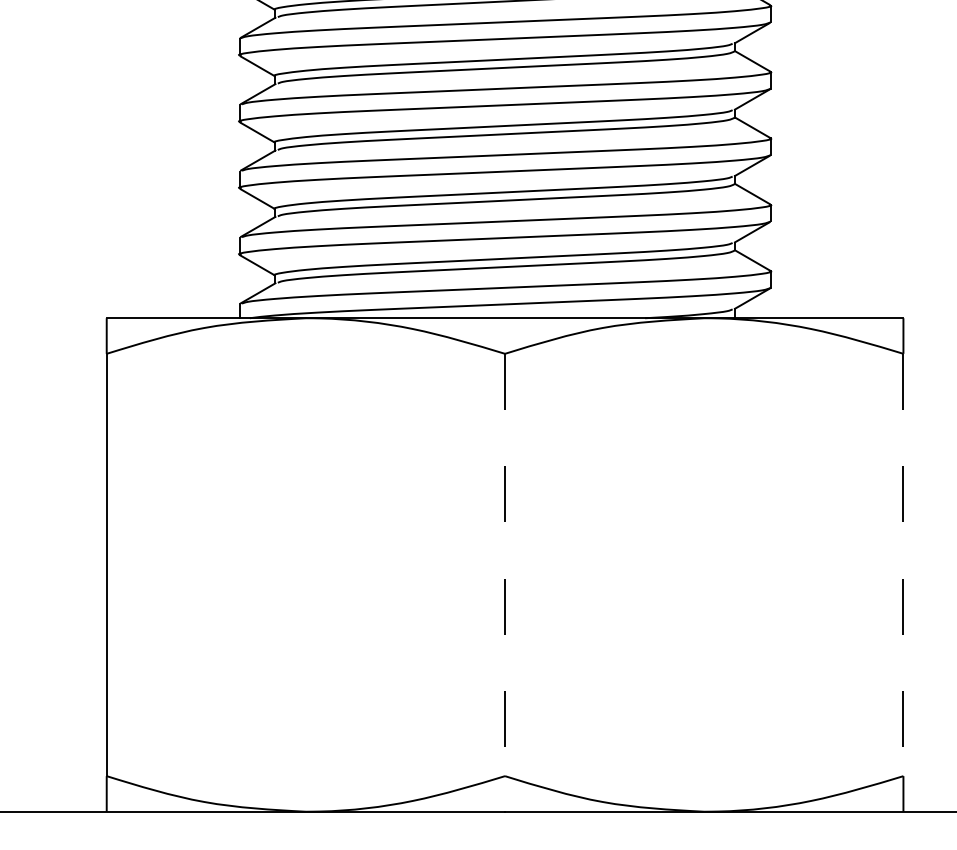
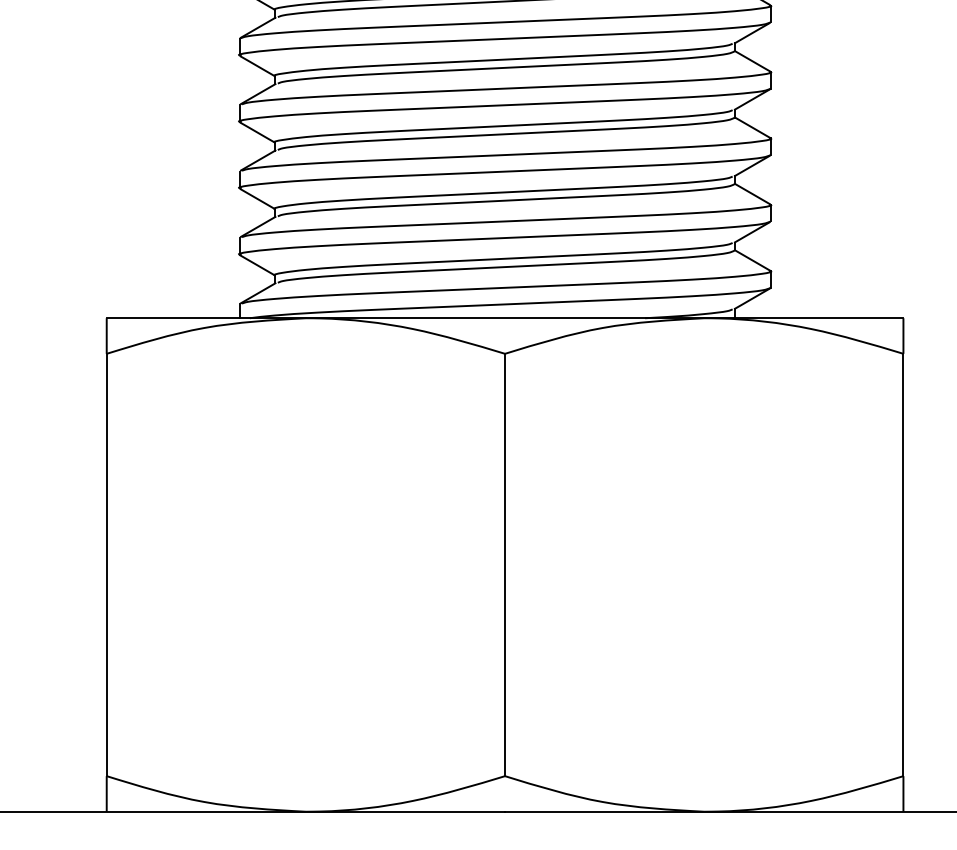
line at (505, 565): dashed -> solid
line at (903, 565): dashed -> solid
